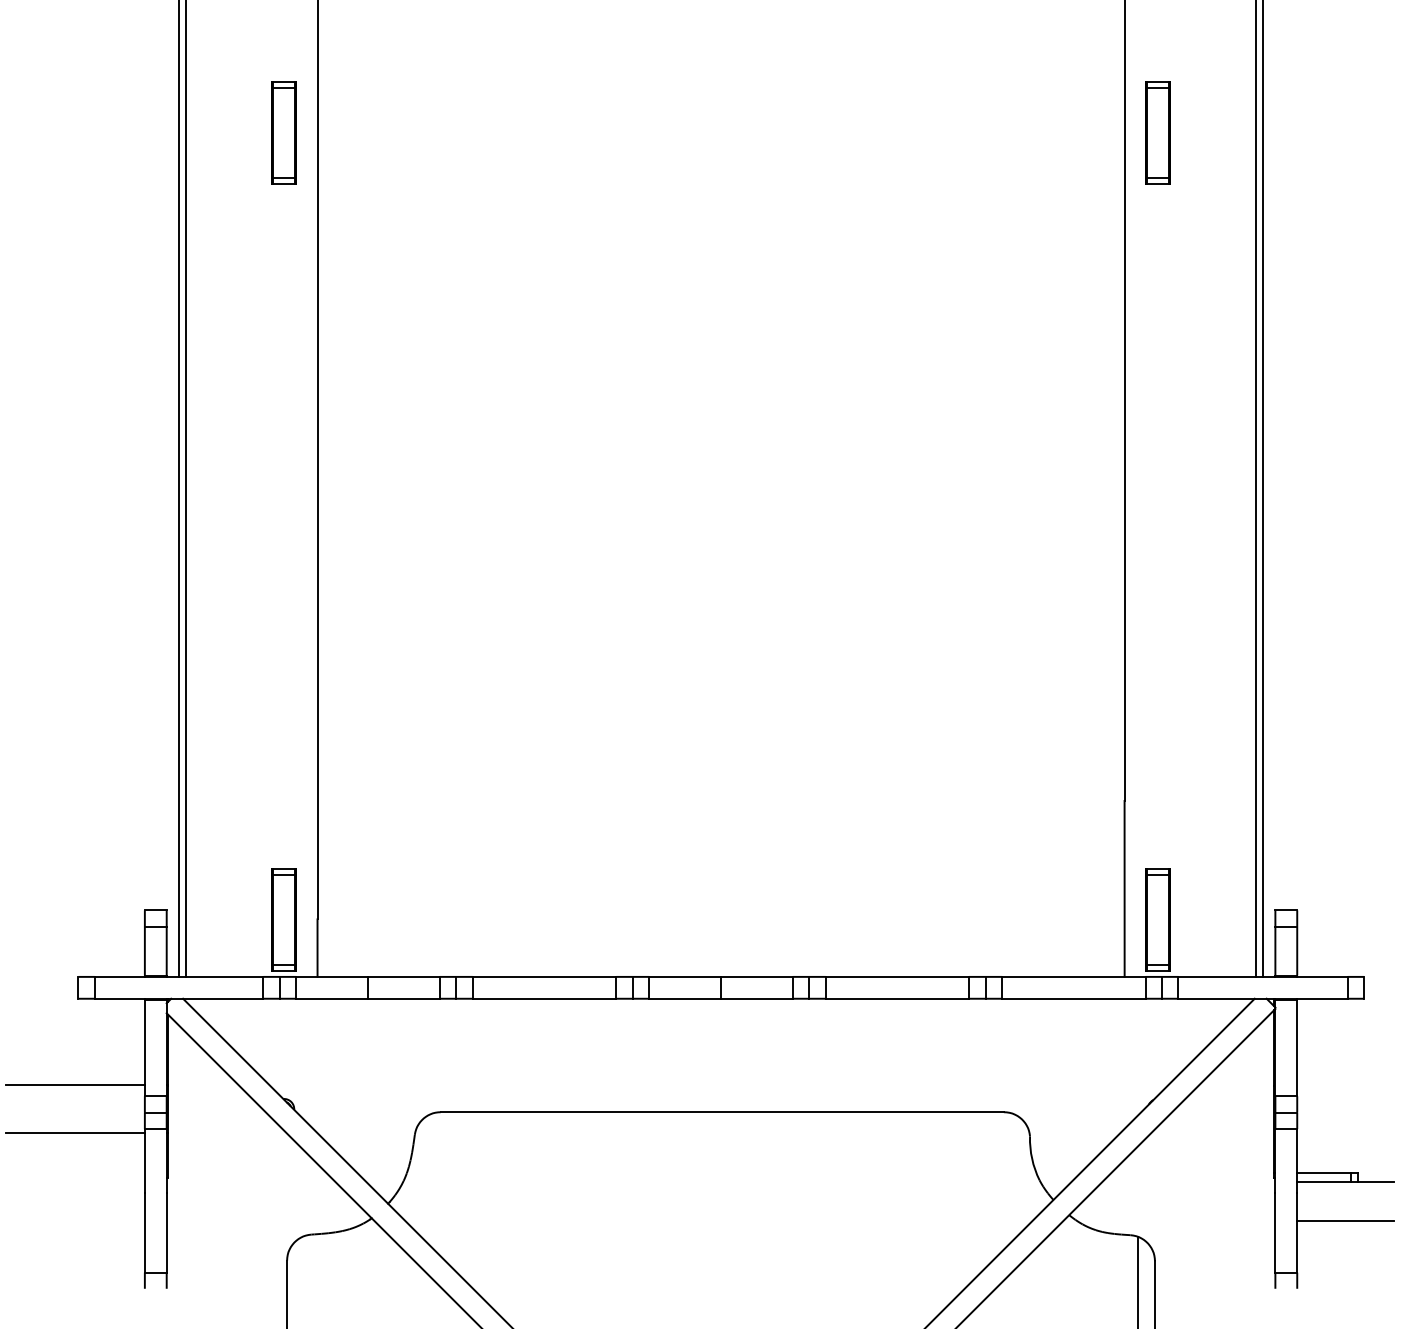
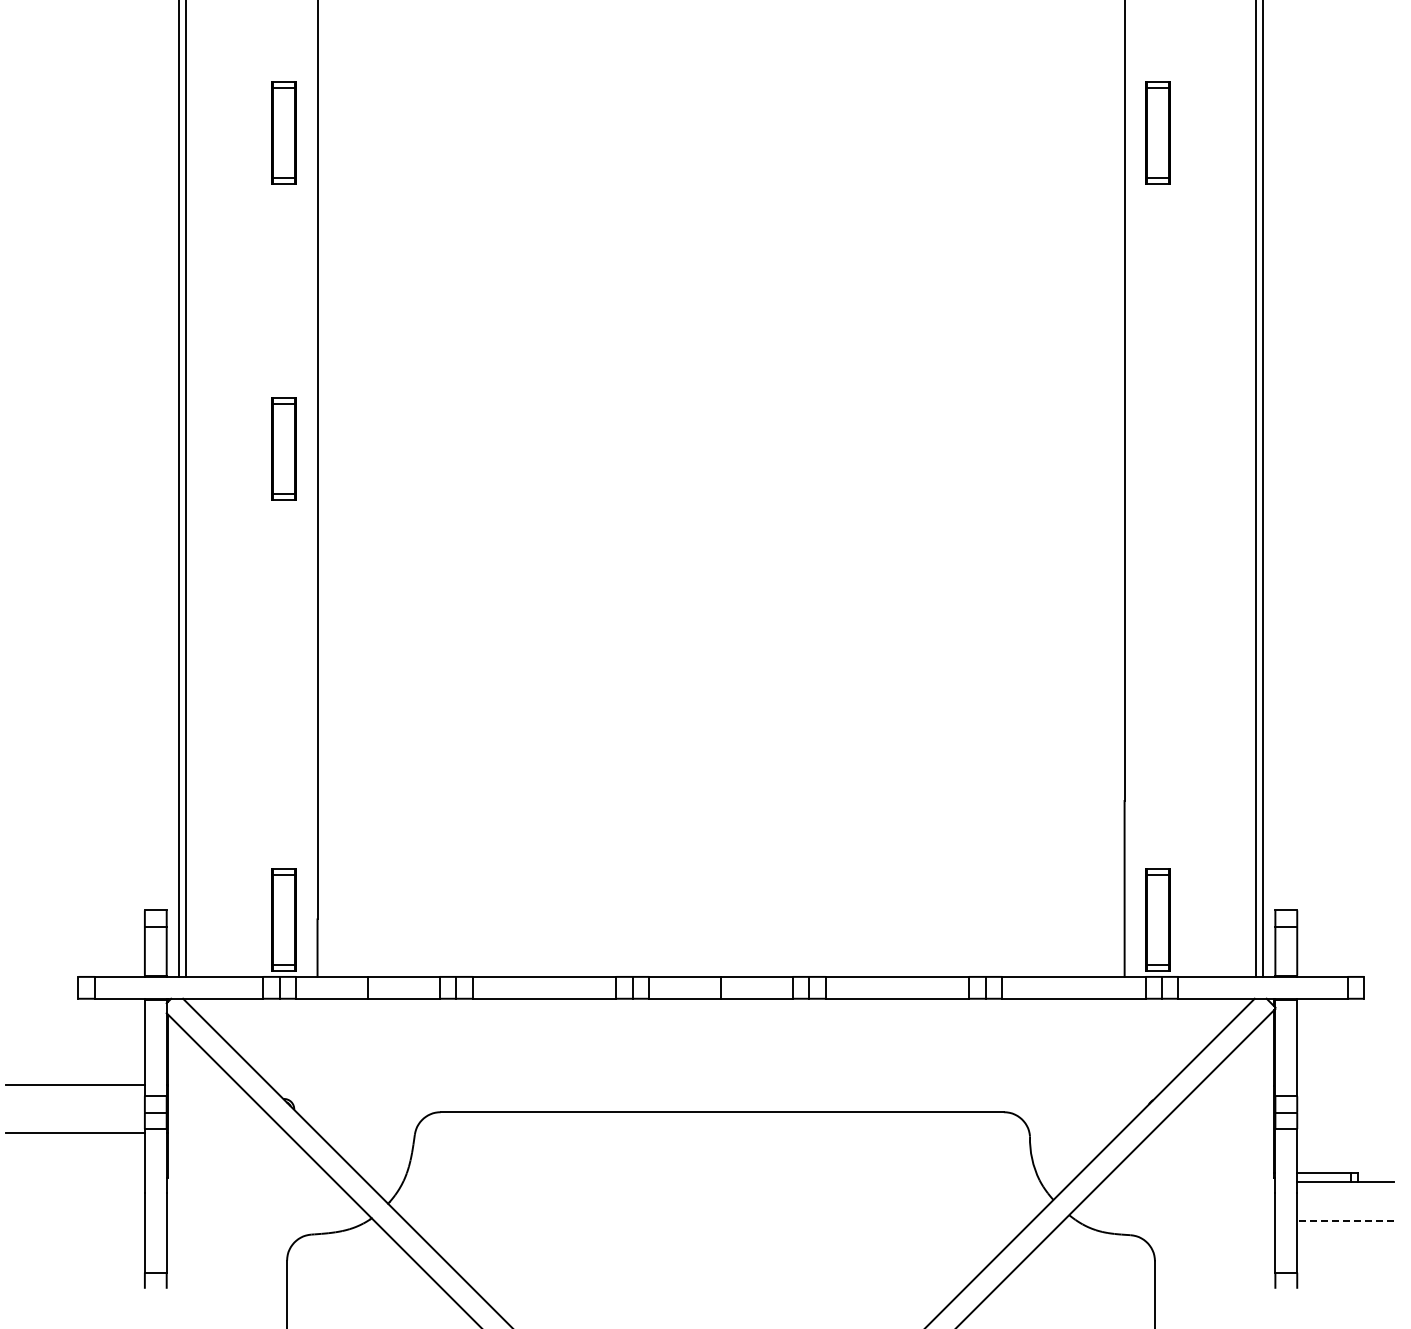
part at (283, 448): none -> present
line at (1345, 1221): solid -> dashed
line at (1138, 1281): present -> none
